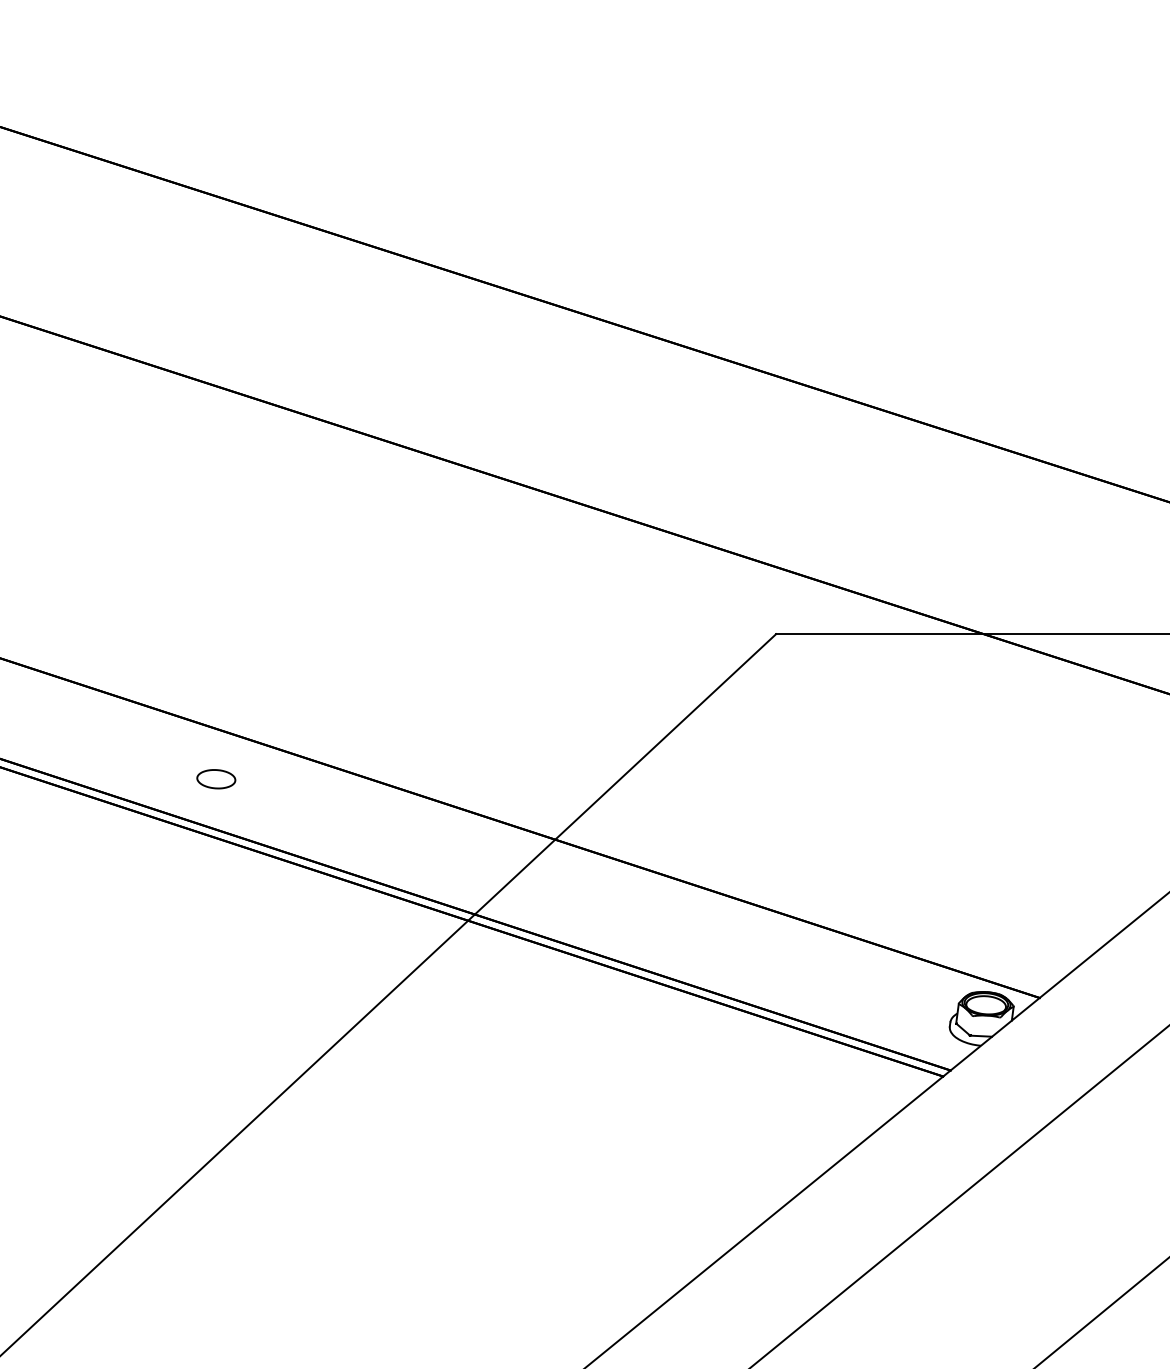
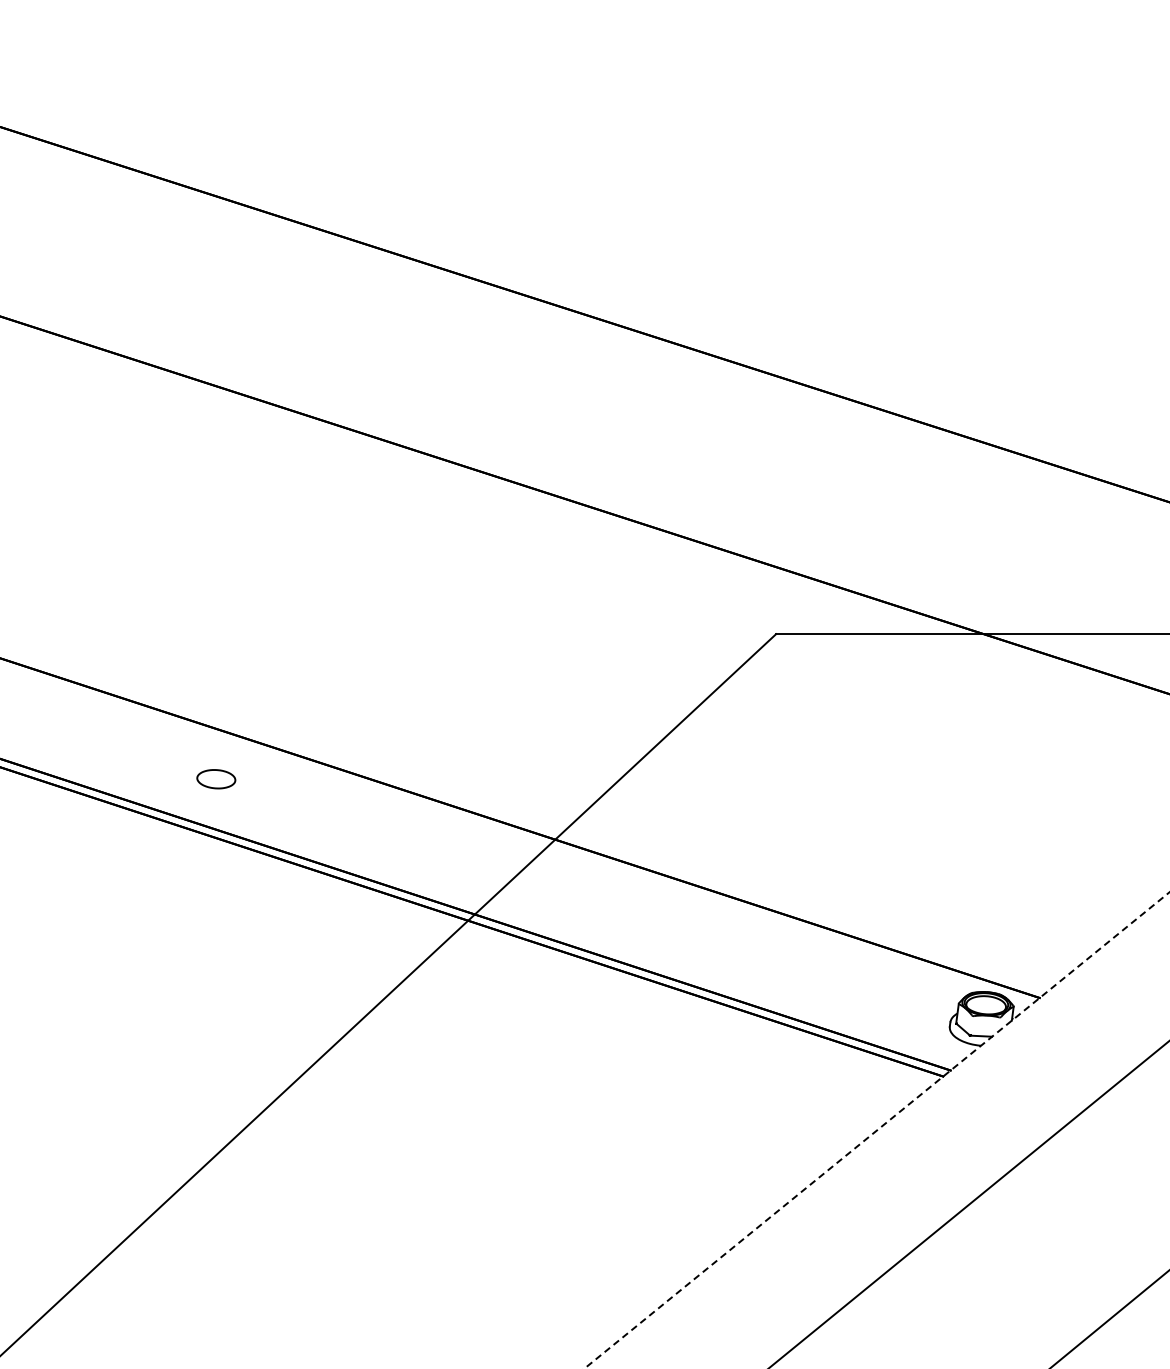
line at (876, 1130): solid -> dashed
line at (959, 1196) position: (959, 1196) -> (969, 1204)
line at (1101, 1312) position: (1101, 1312) -> (1109, 1318)
